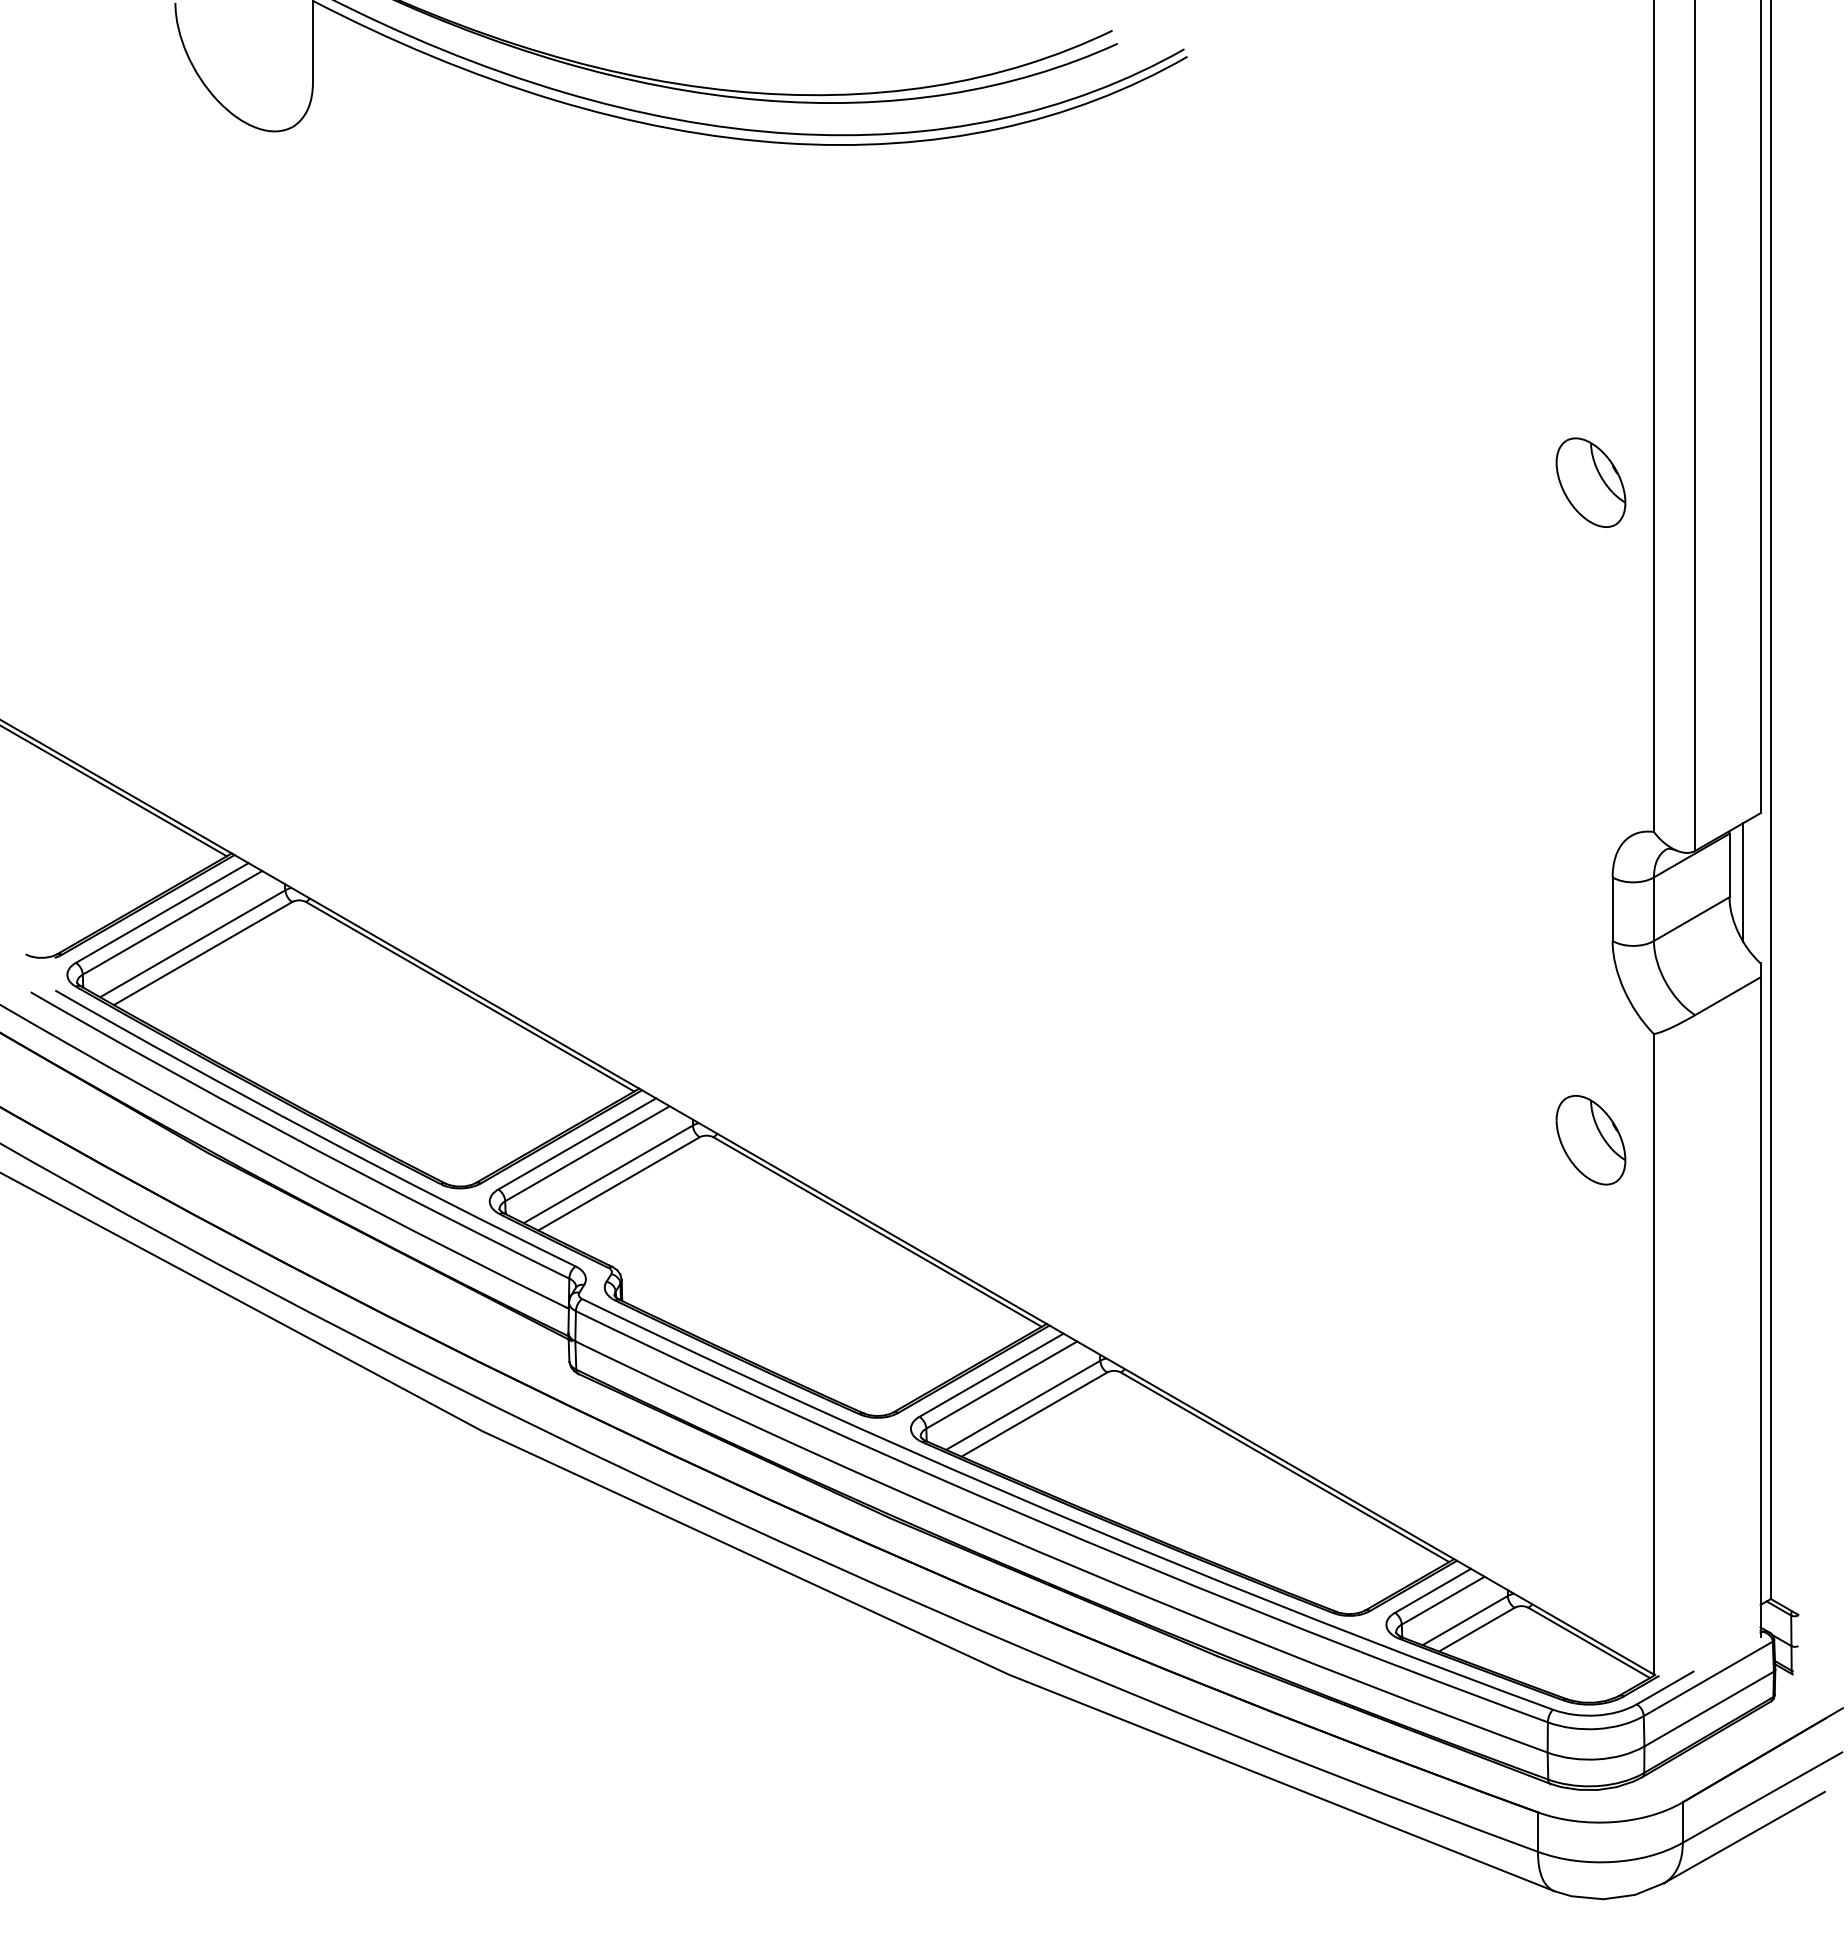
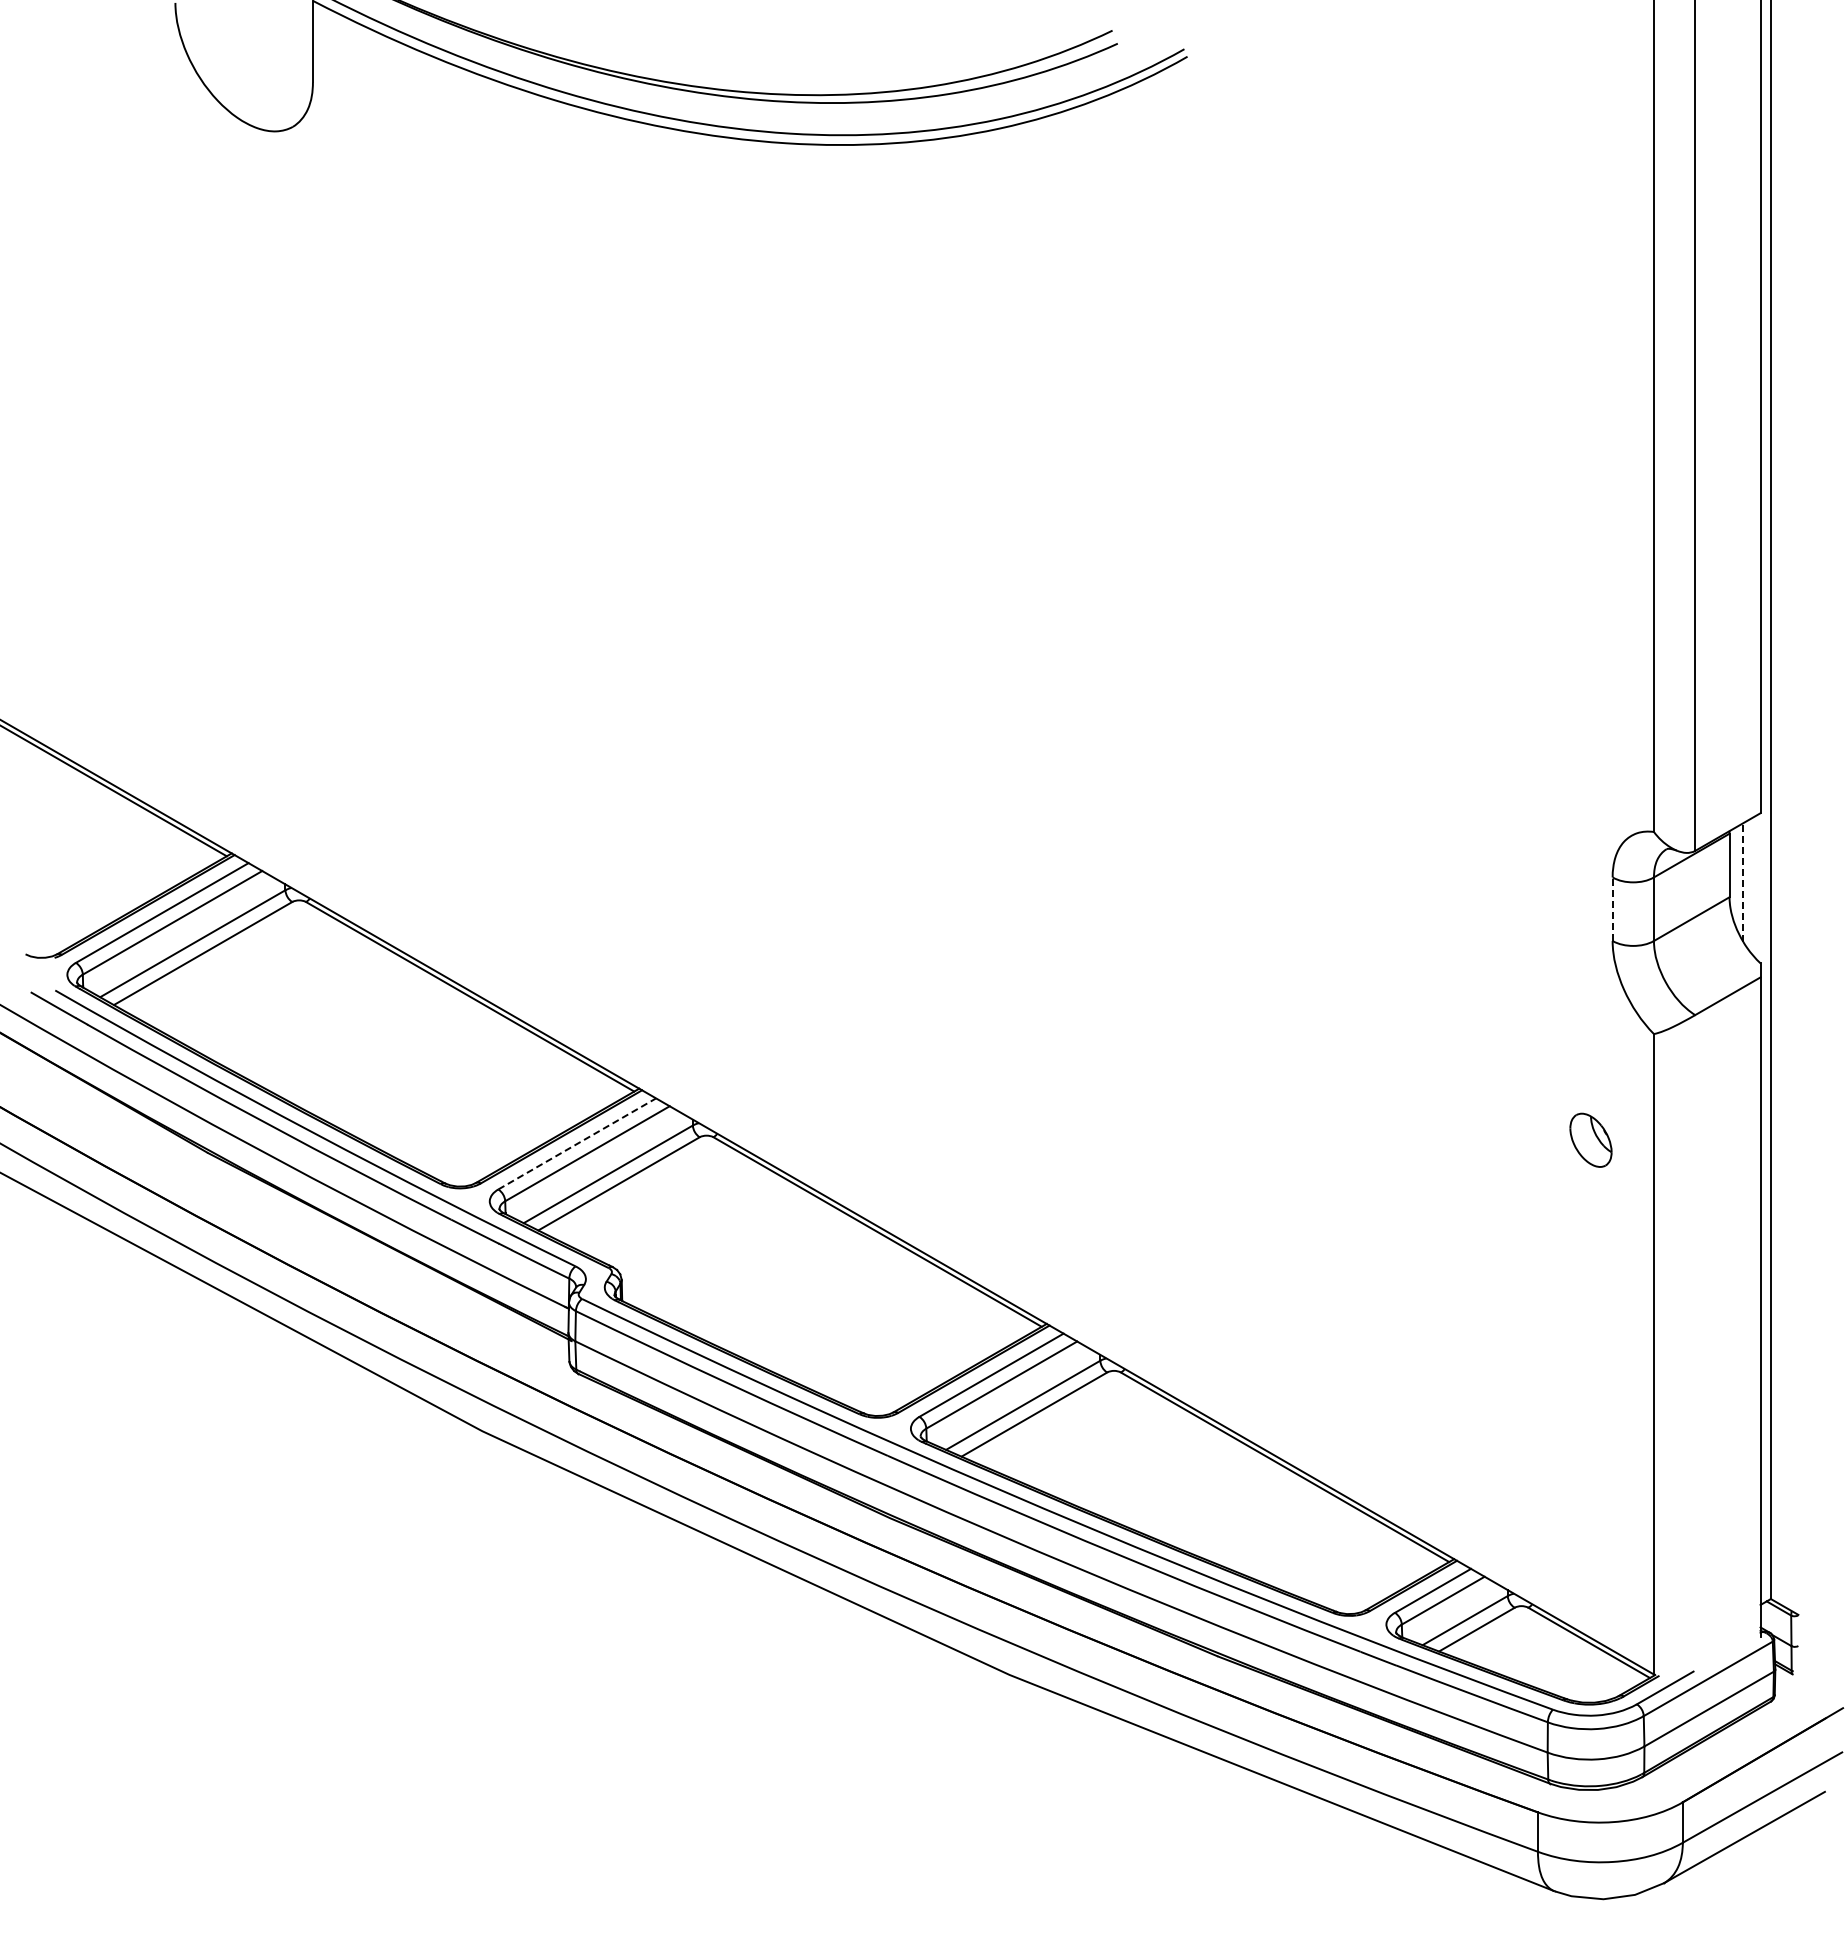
part at (1590, 482): present -> none
line at (1743, 882): solid -> dashed
line at (1612, 909): solid -> dashed
part at (1590, 1140) size: 72x91 px -> 44x56 px
line at (577, 1143): solid -> dashed
